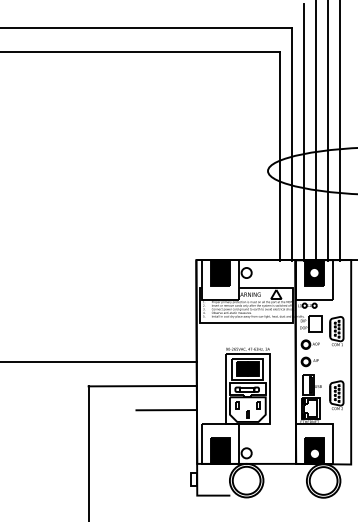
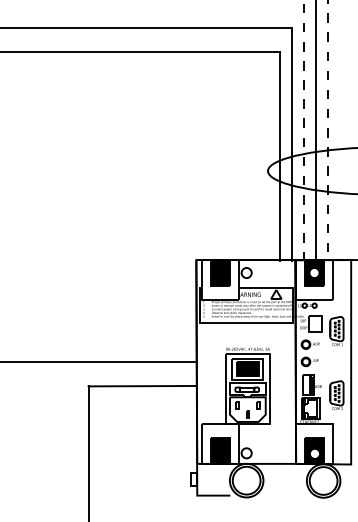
line at (327, 130): solid -> dashed
line at (339, 131): present -> none
line at (303, 132): solid -> dashed
line at (166, 410): present -> none
